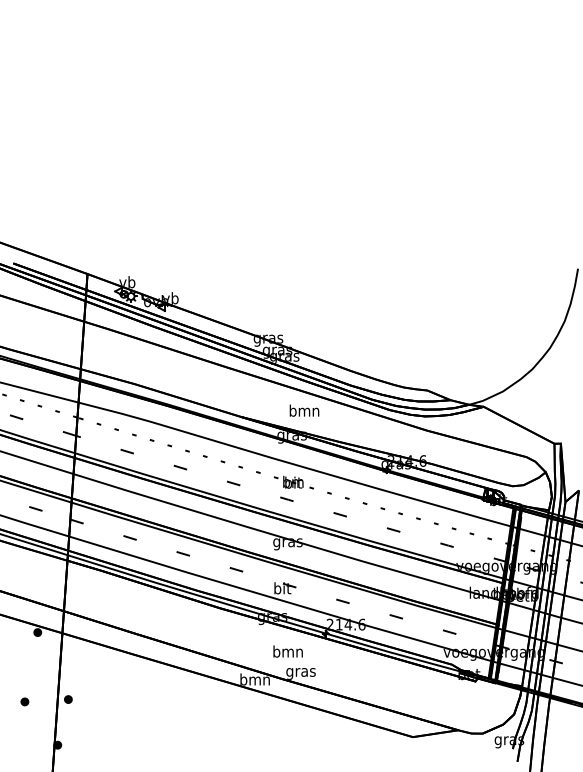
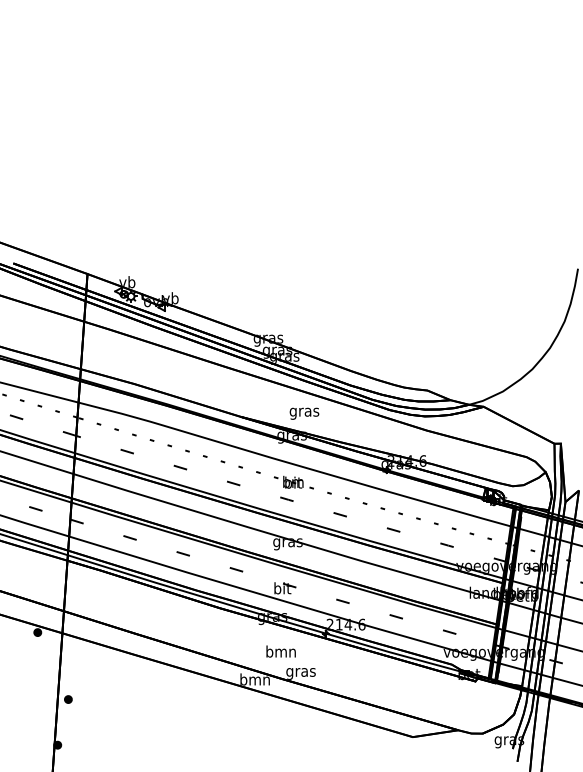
text at (304, 411): bmn -> gras
text at (287, 651) position: (287, 651) -> (280, 651)
part at (24, 701): present -> none
